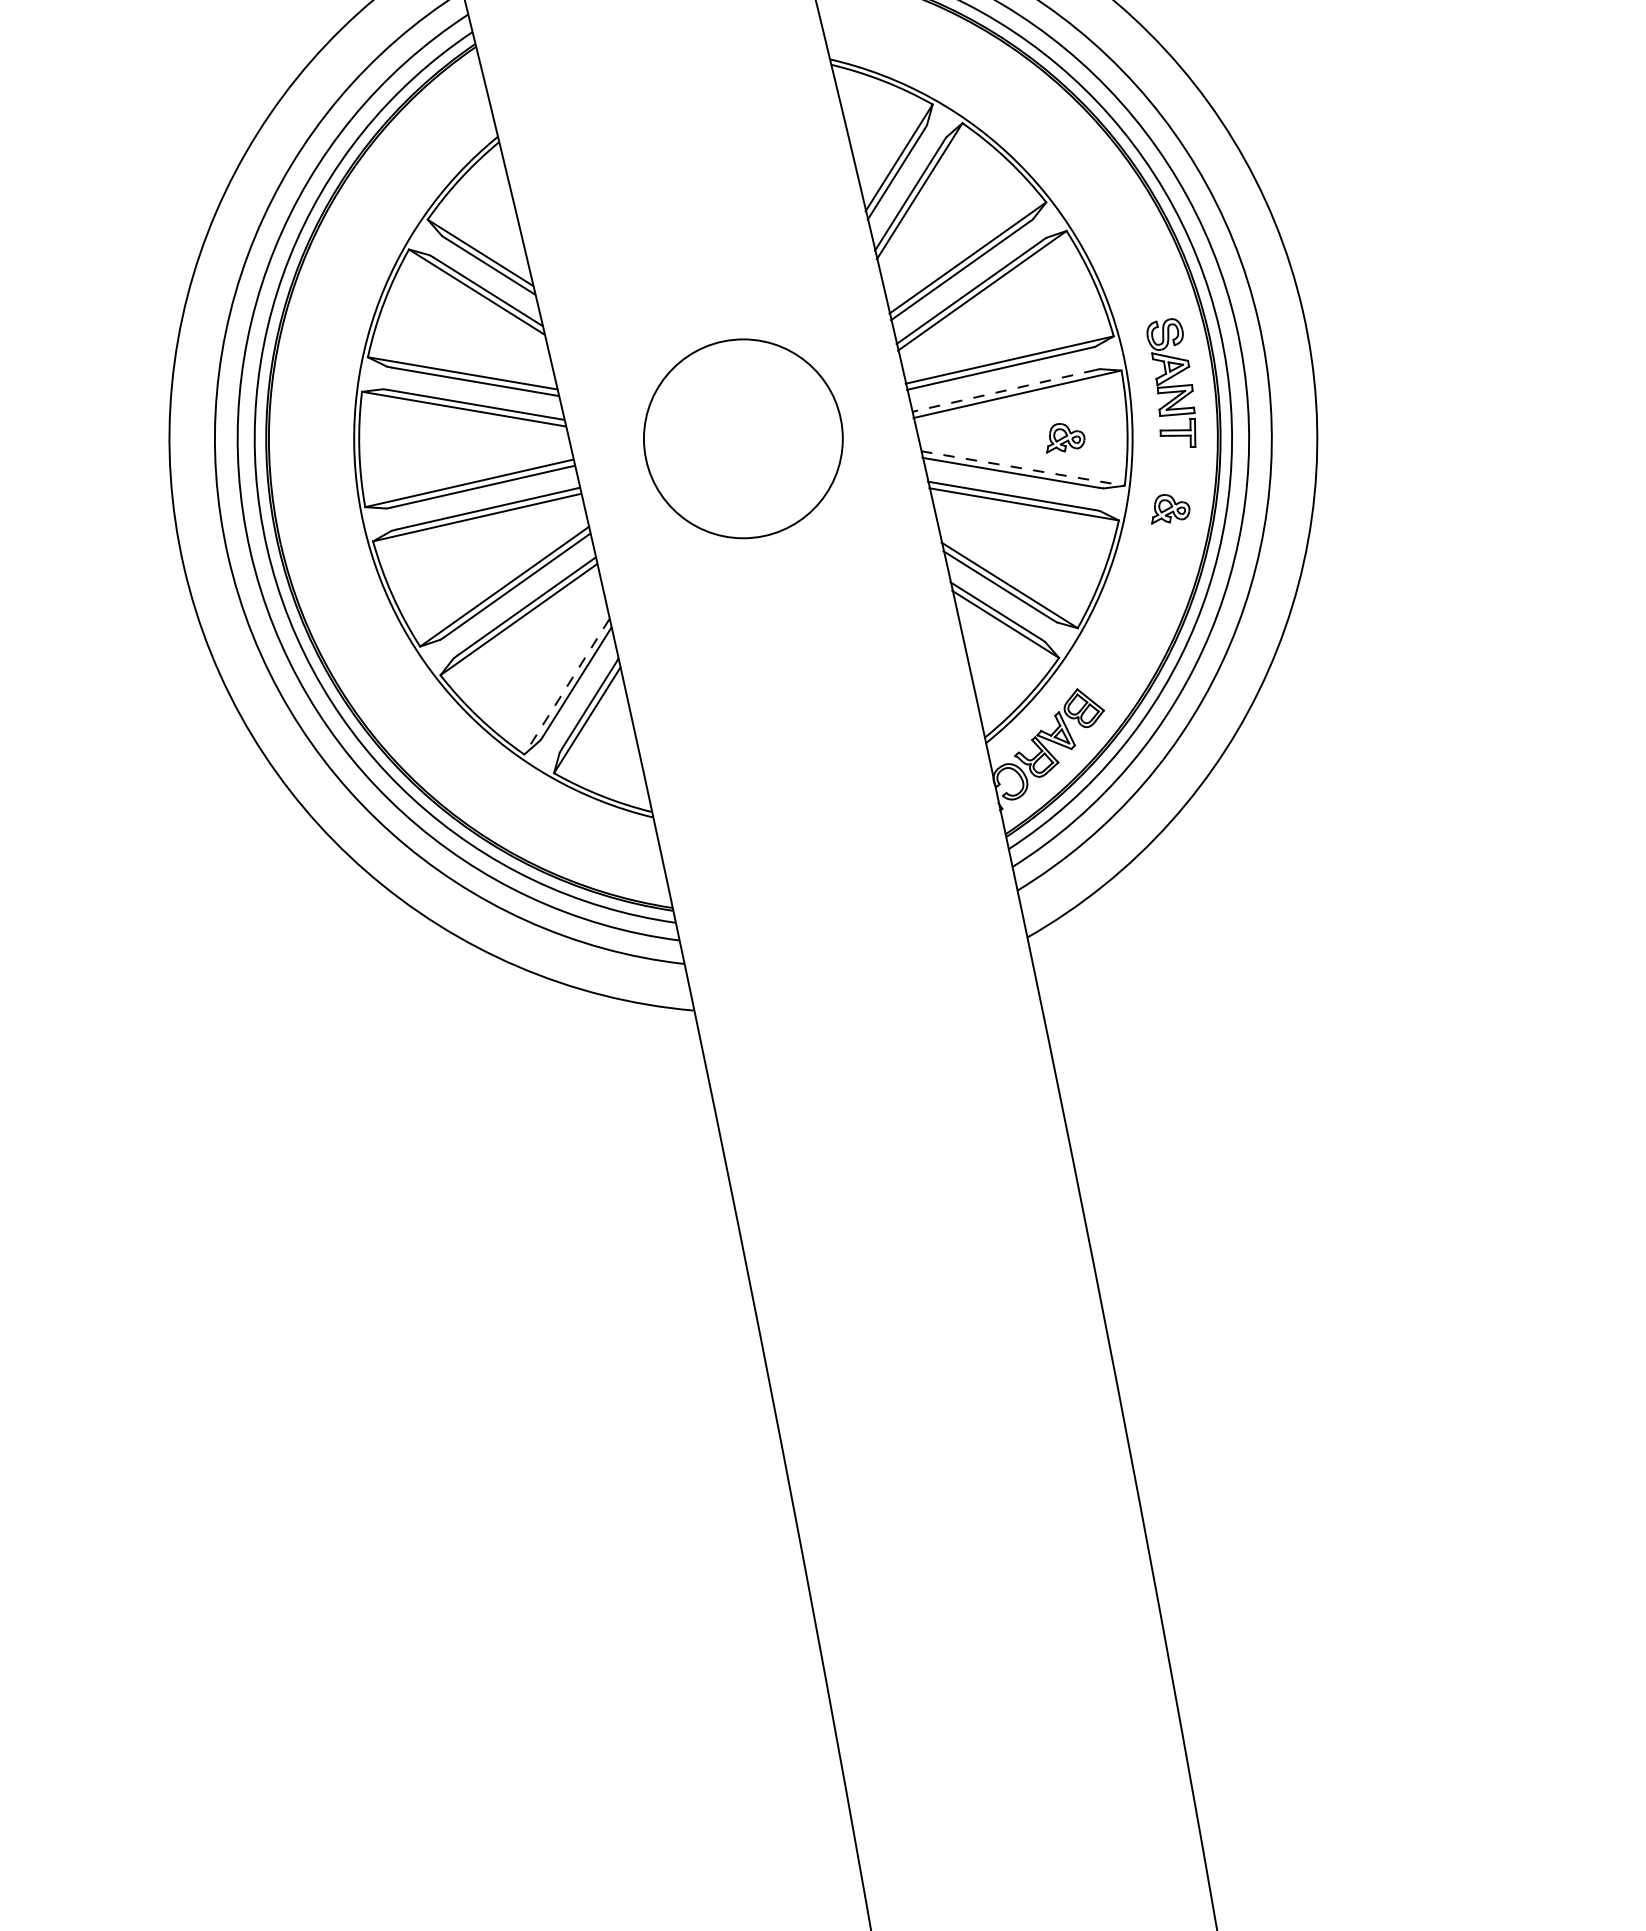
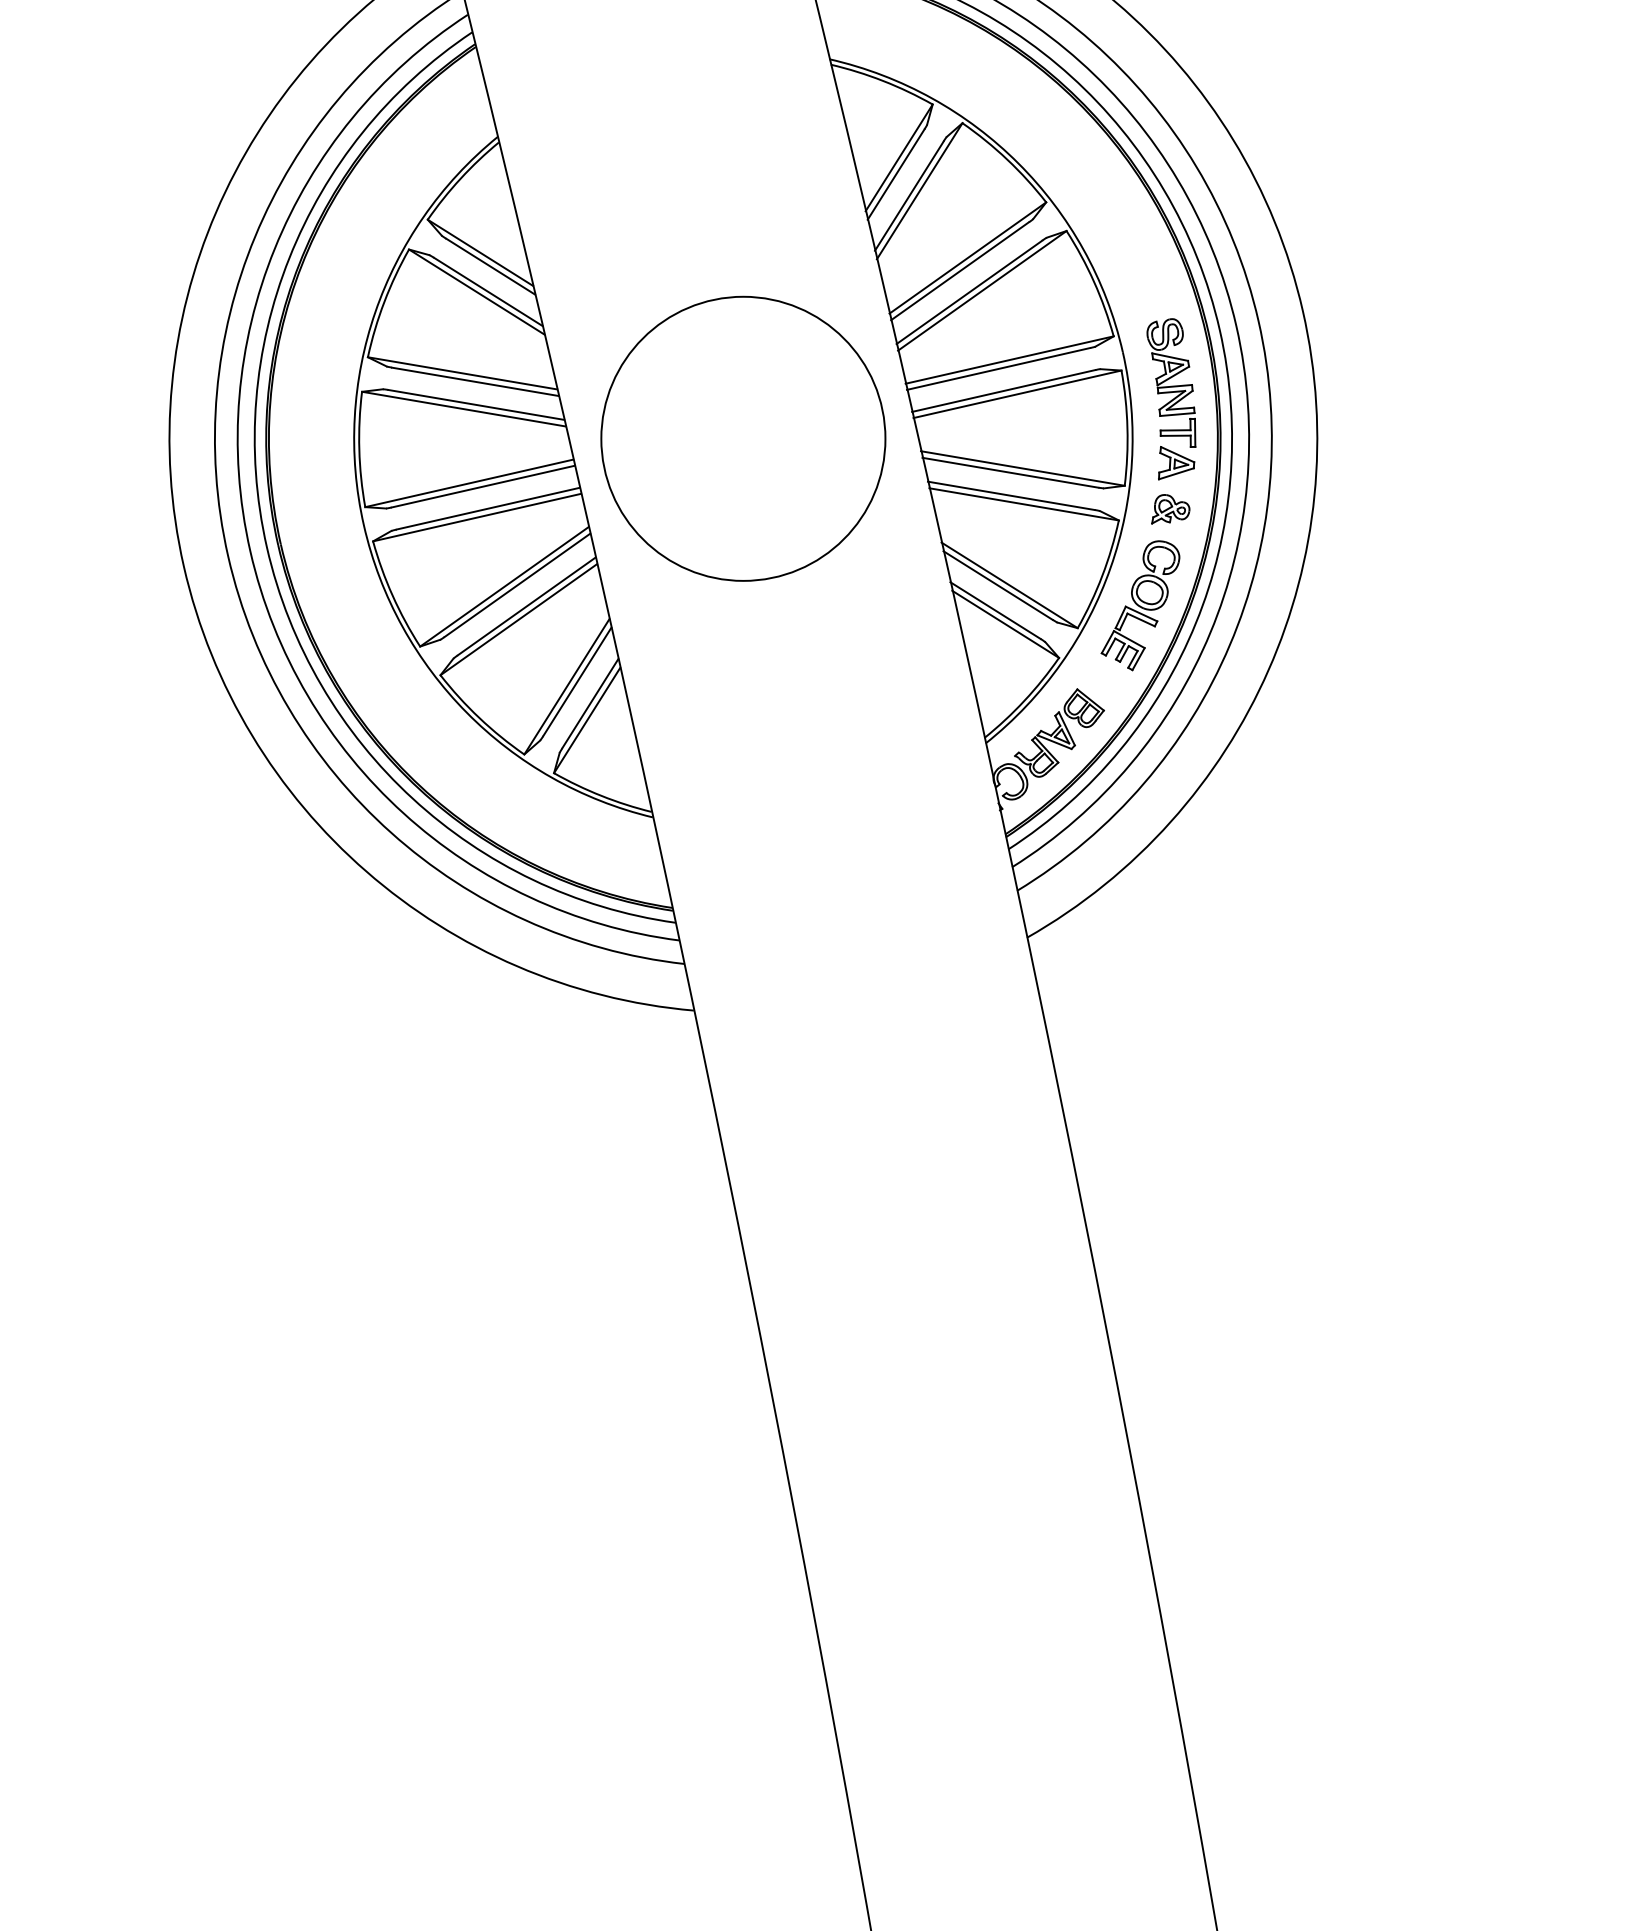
line at (1003, 391): dashed -> solid
circle at (742, 438) diameter: 199 px -> 284 px
part at (1065, 438): present -> none
part at (1176, 463): none -> present
line at (1023, 468): dashed -> solid
part at (1140, 605): none -> present
line at (566, 686): dashed -> solid
